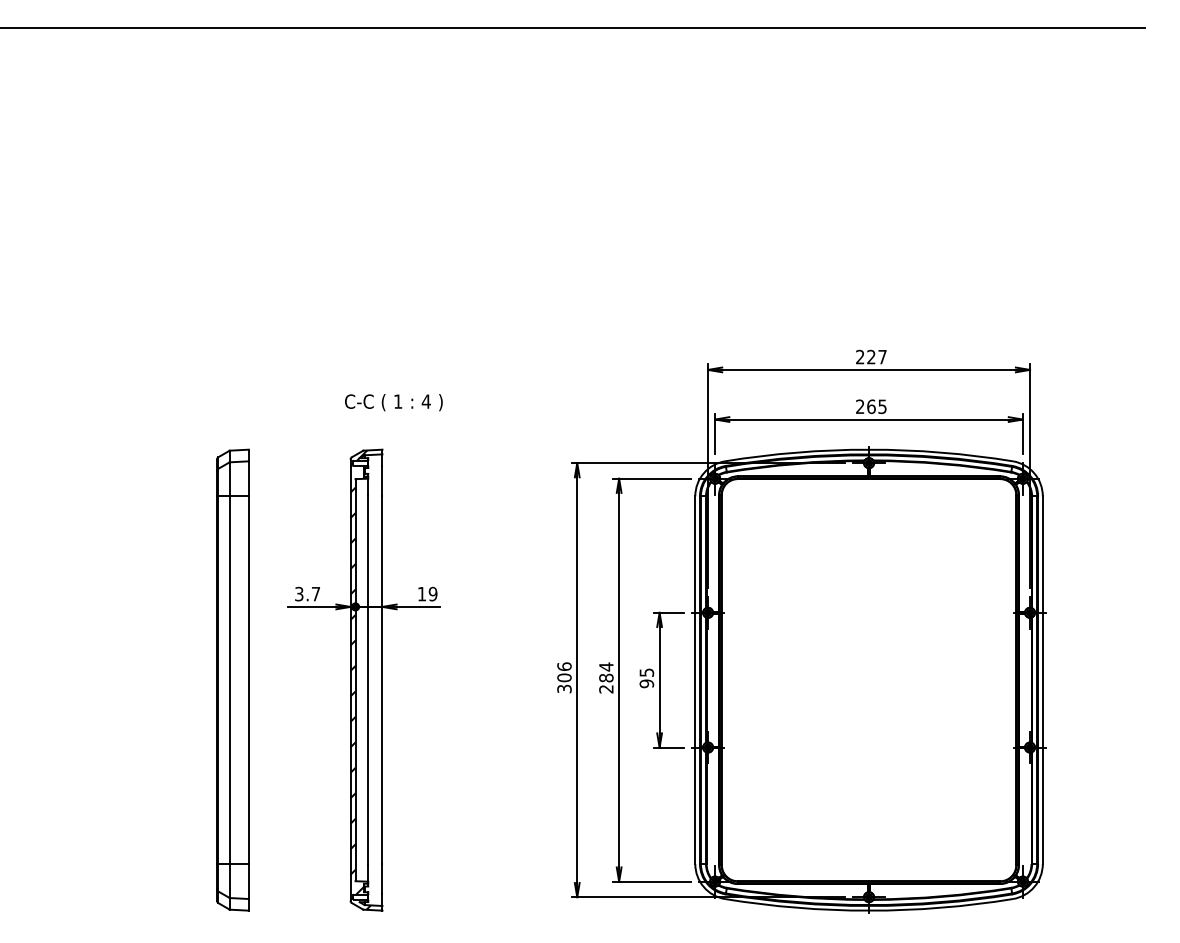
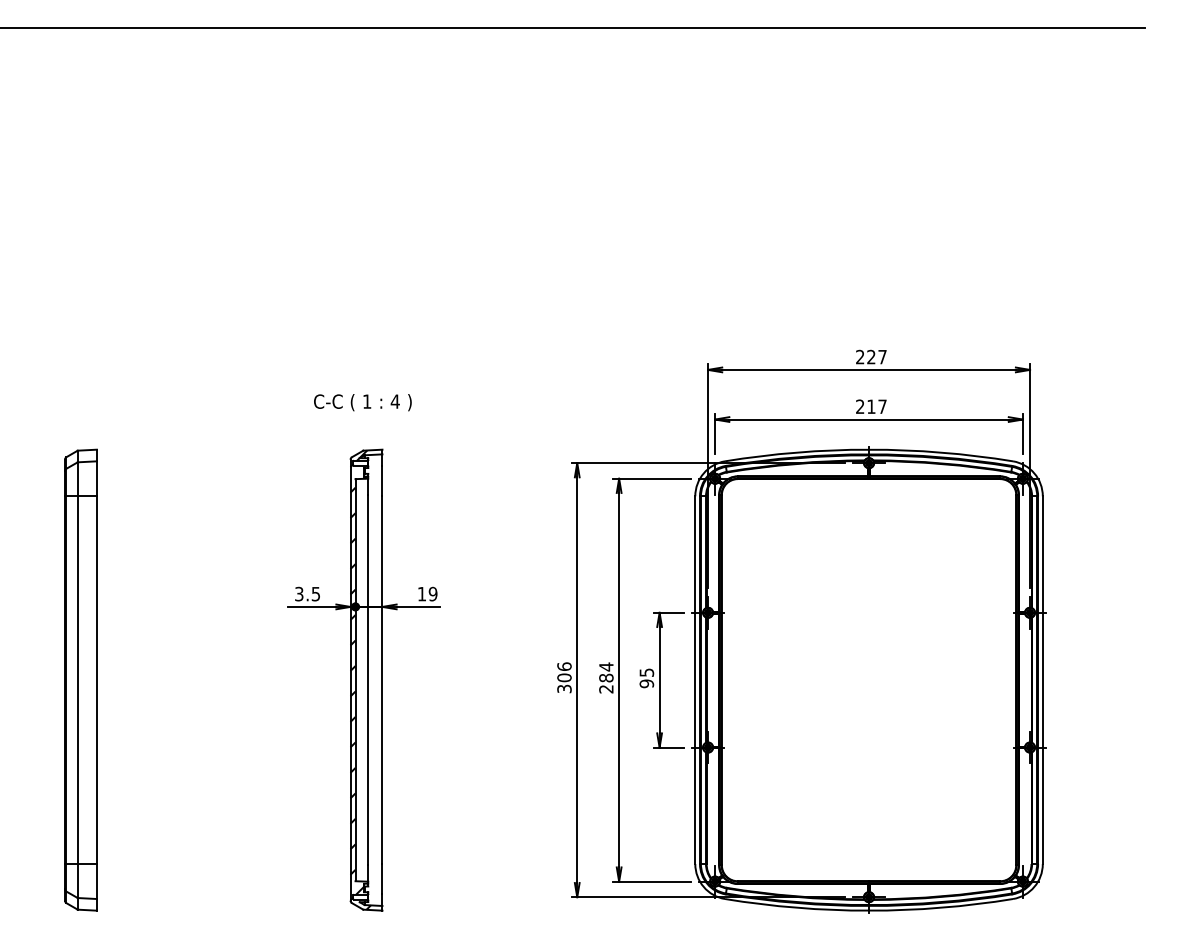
text at (393, 402) position: (393, 402) -> (362, 402)
text at (876, 406): 265 -> 217
text at (315, 594): 3.7 -> 3.5
part at (232, 679) position: (232, 679) -> (80, 679)
